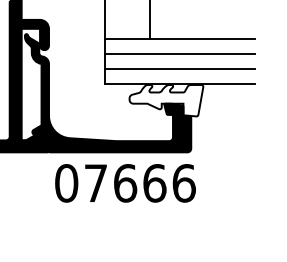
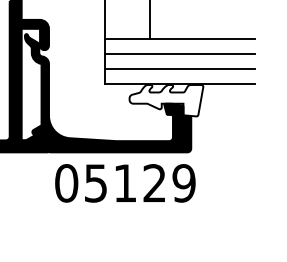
text at (140, 183): 07666 -> 05129
